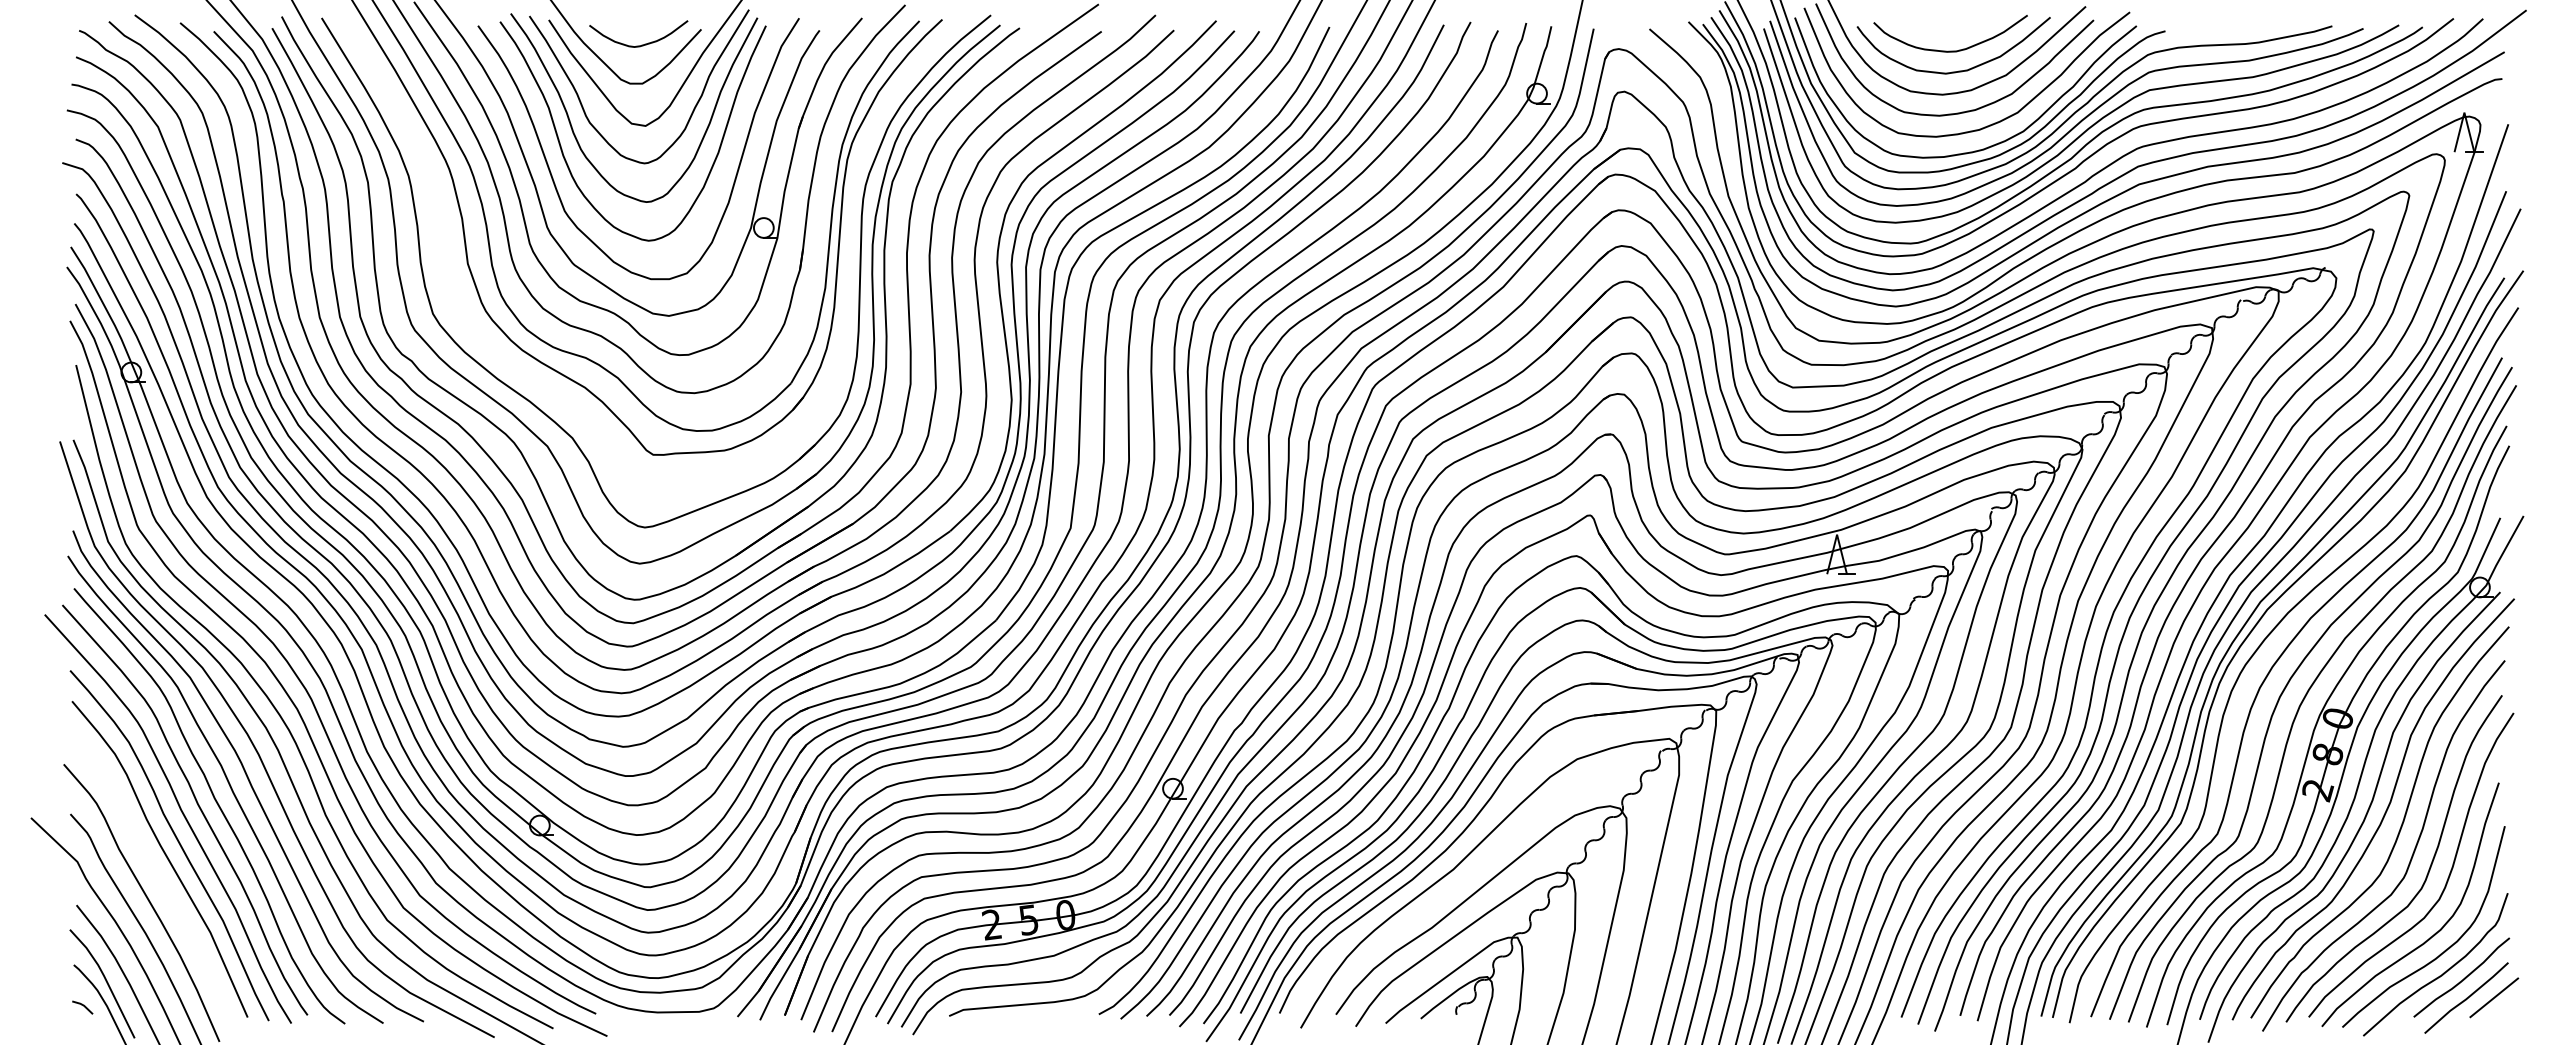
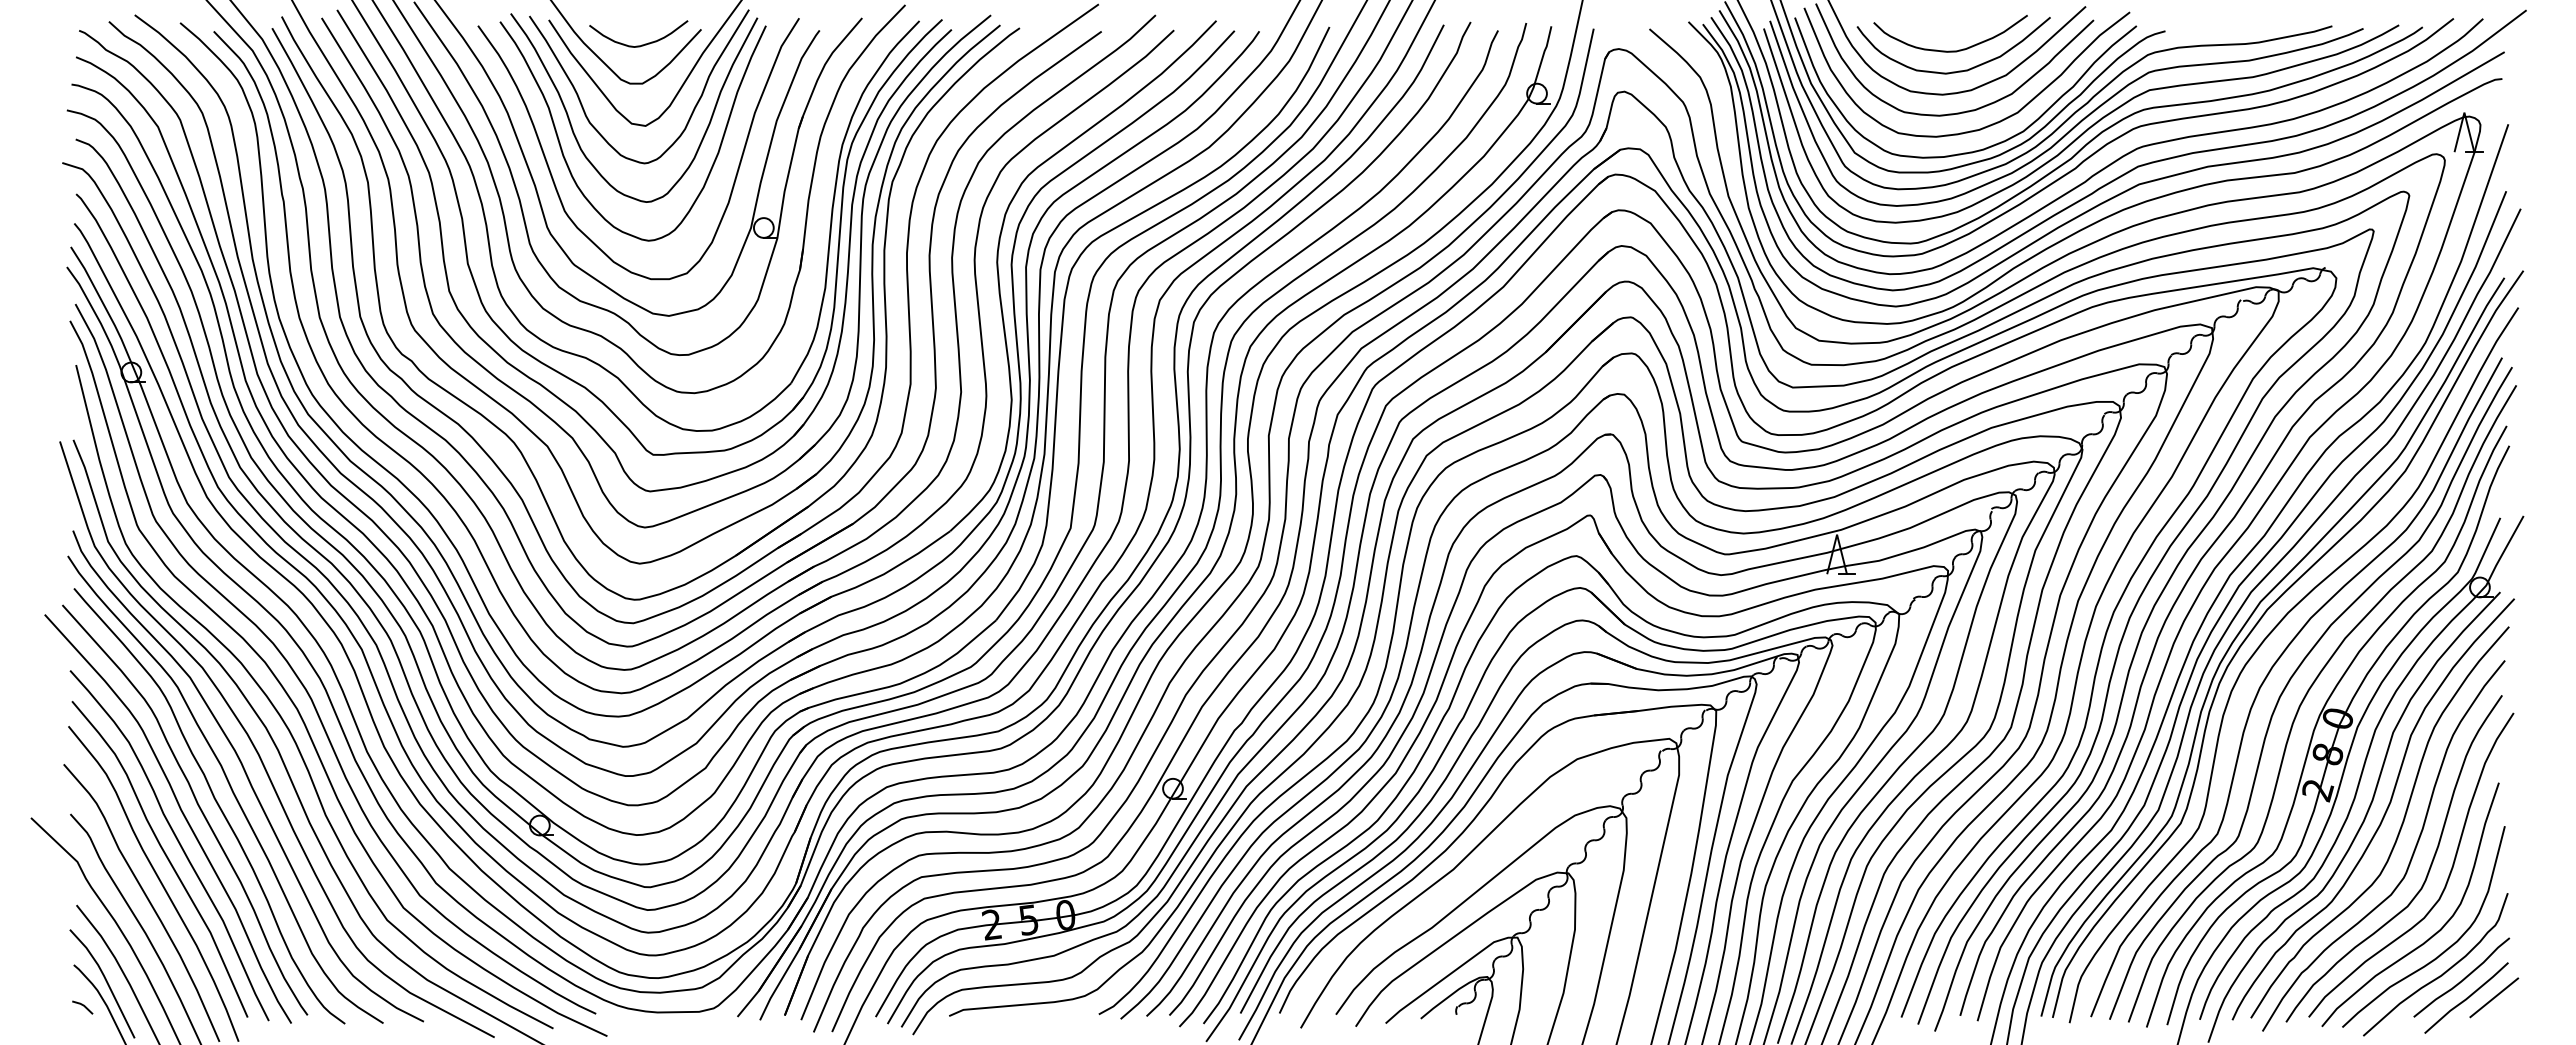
part at (542, 384): none -> present
curve at (158, 880): none -> present
